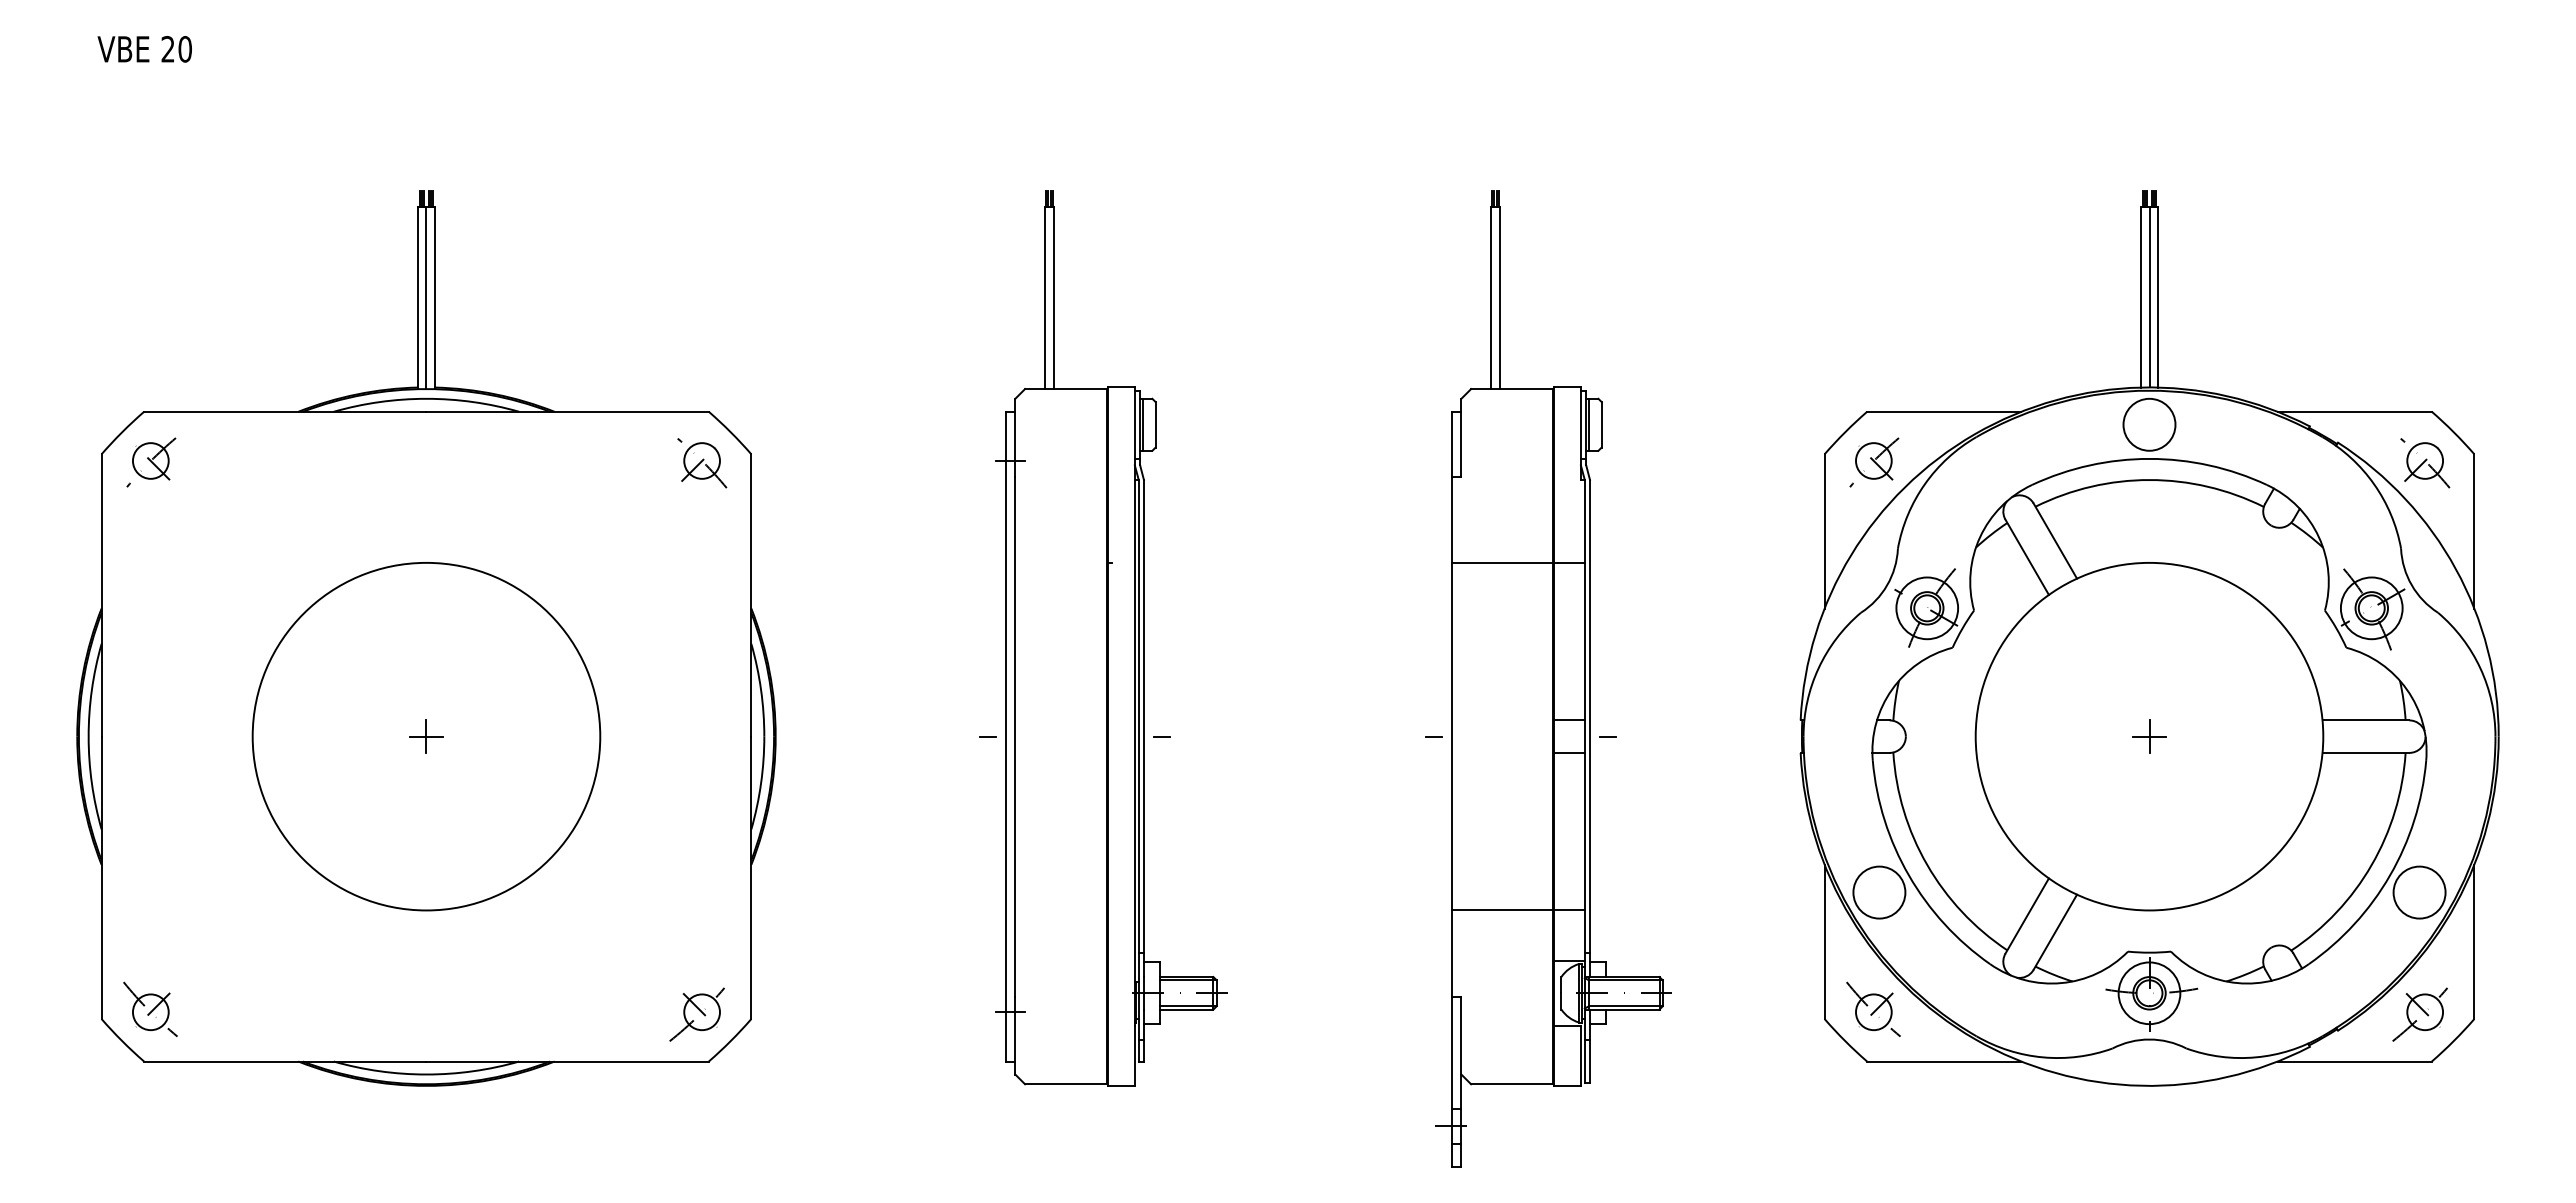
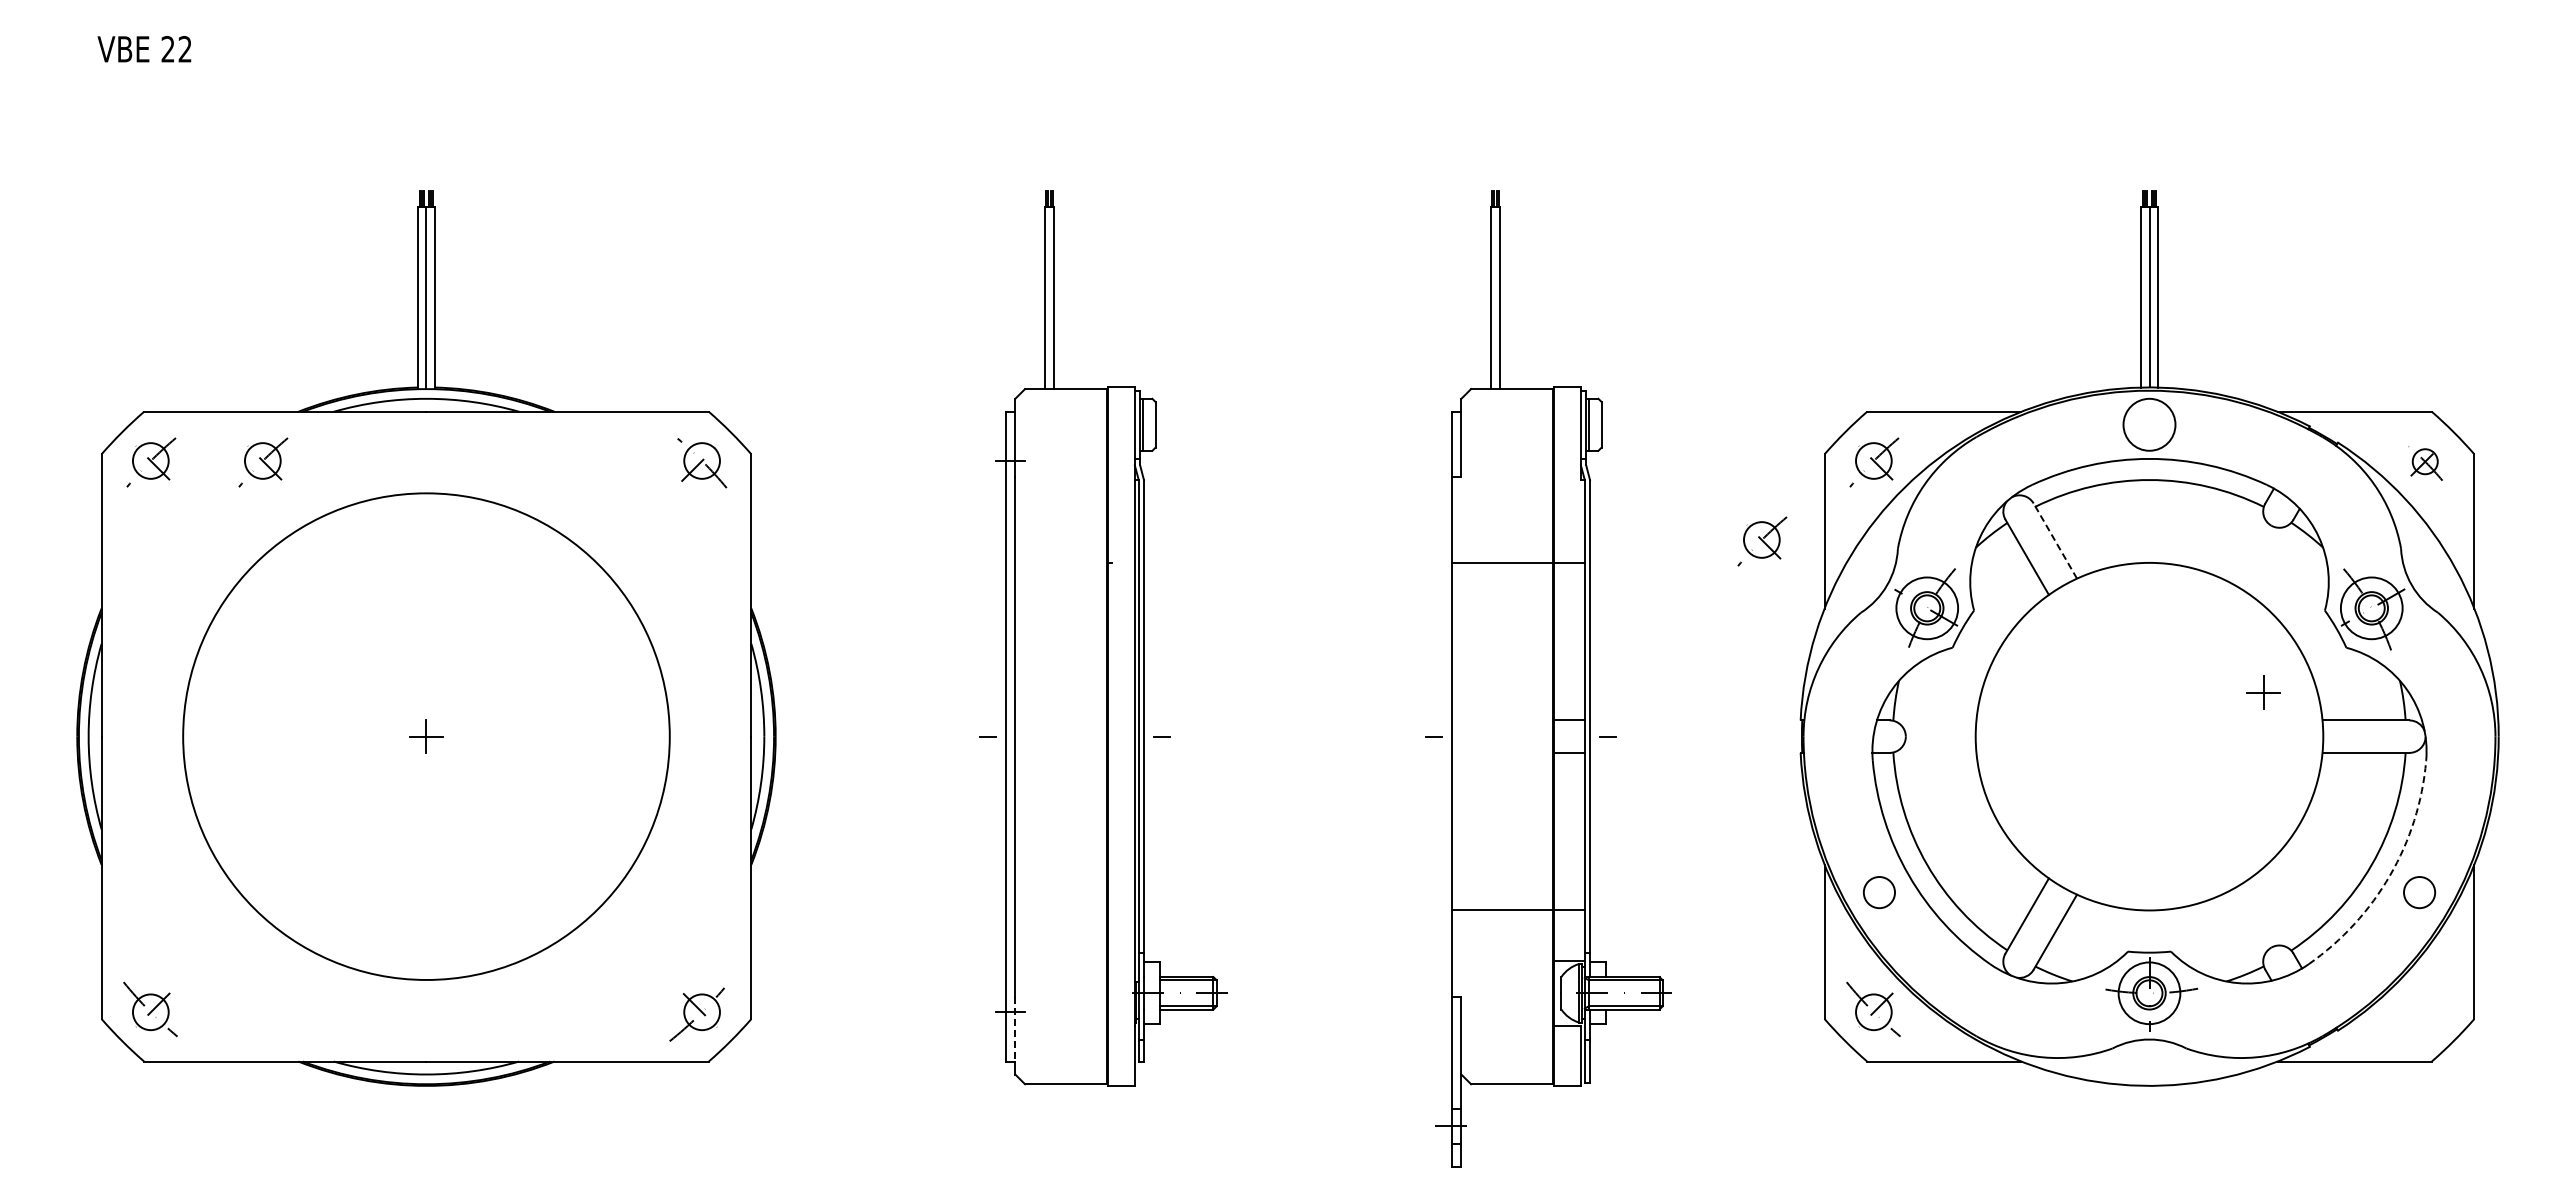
text at (184, 49): 20 -> 22
part at (263, 462): none -> present
part at (2425, 463) size: 51x51 px -> 35x35 px
line at (2055, 540): solid -> dashed
part at (1762, 541): none -> present
circle at (426, 736) diameter: 348 px -> 487 px
part at (2149, 736) position: (2149, 736) -> (2263, 692)
arc at (2390, 875): solid -> dashed
circle at (1879, 892) diameter: 52 px -> 31 px
circle at (2419, 892) diameter: 52 px -> 31 px
part at (2419, 1014): present -> none
line at (1015, 1029): solid -> dashed
